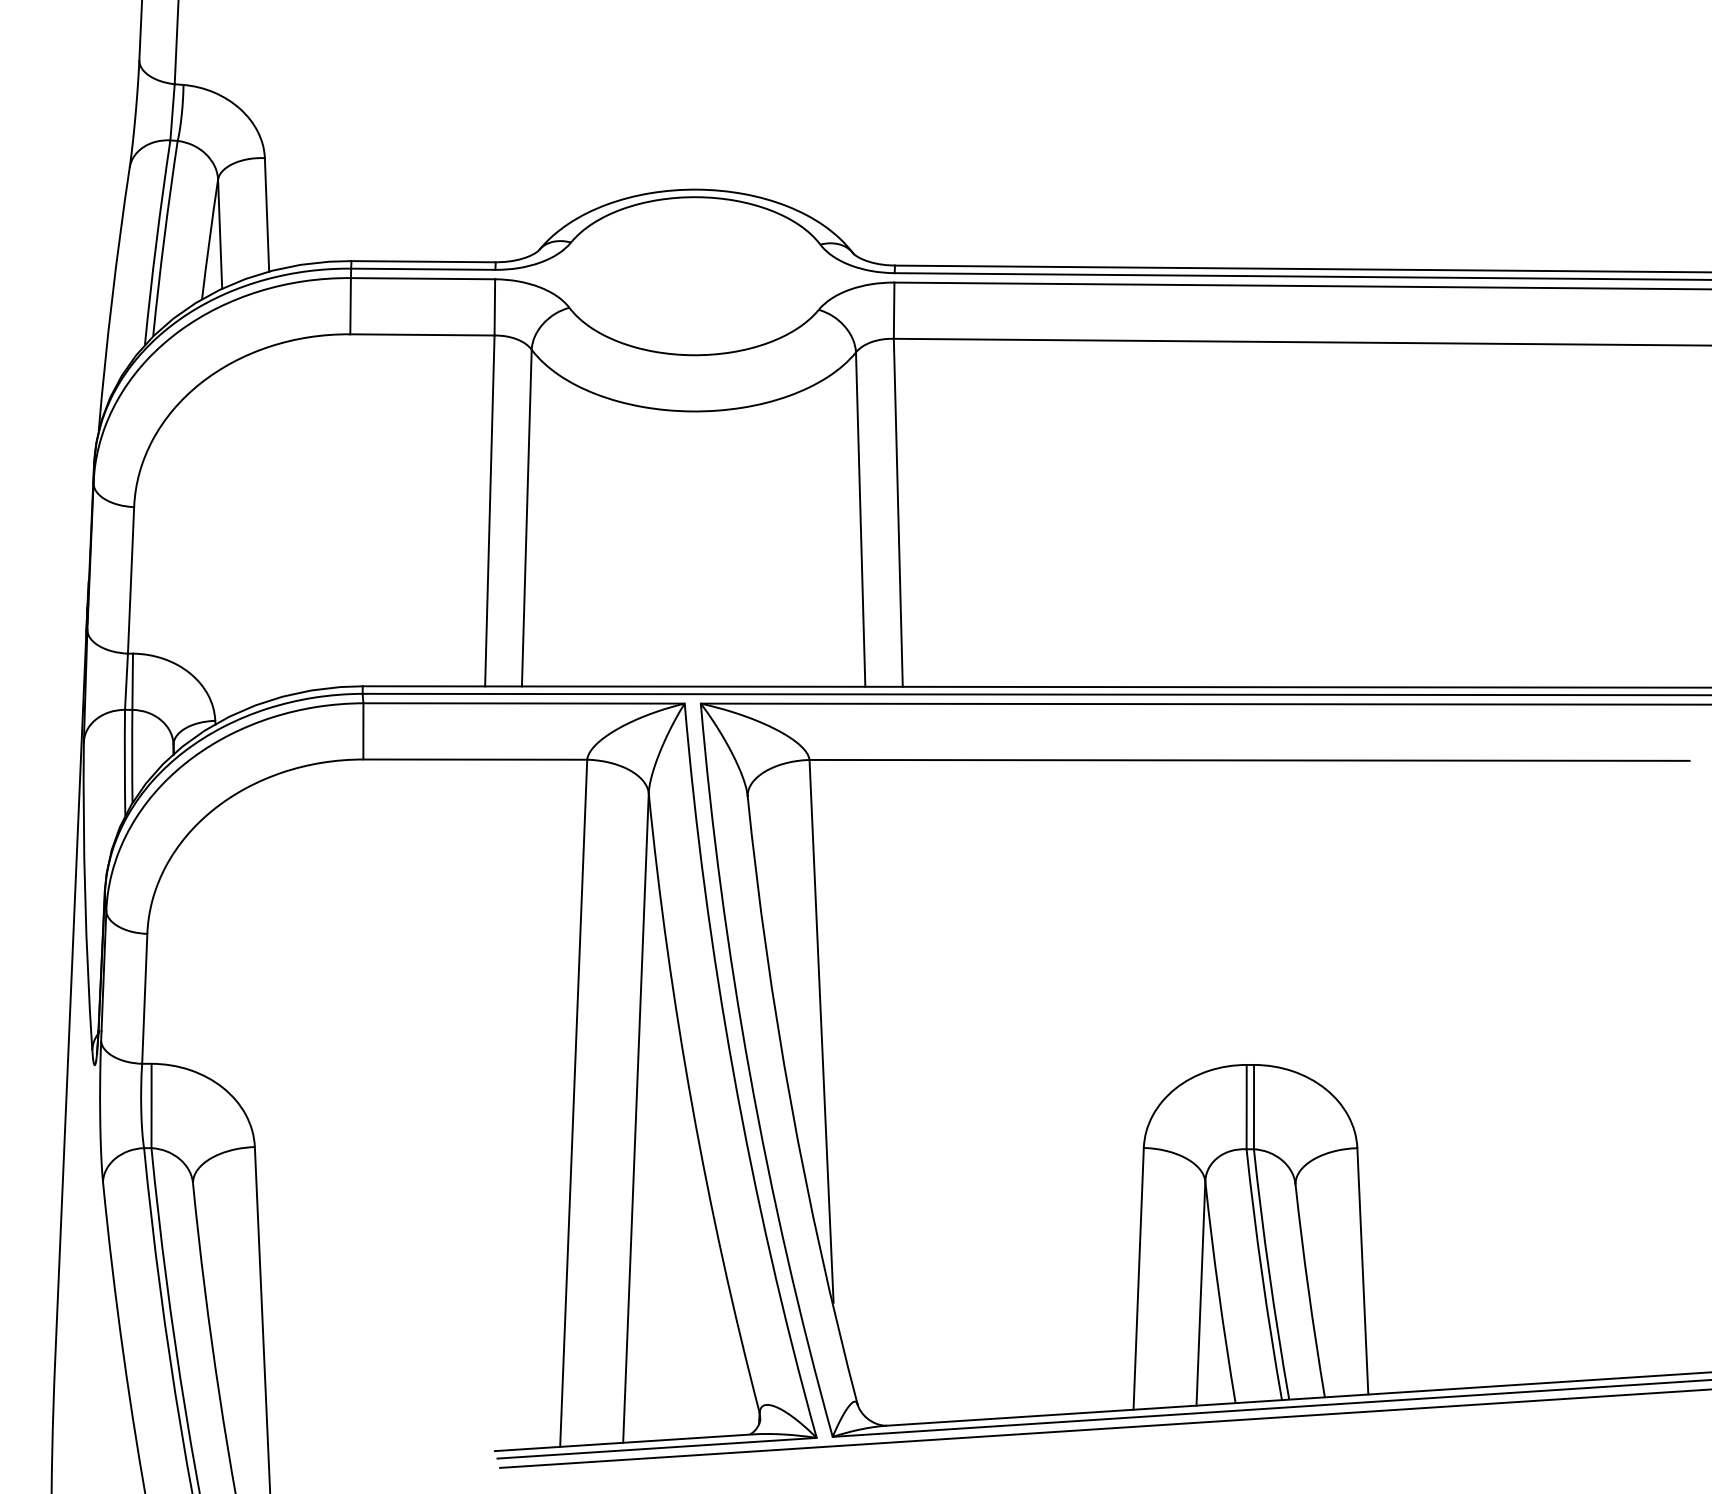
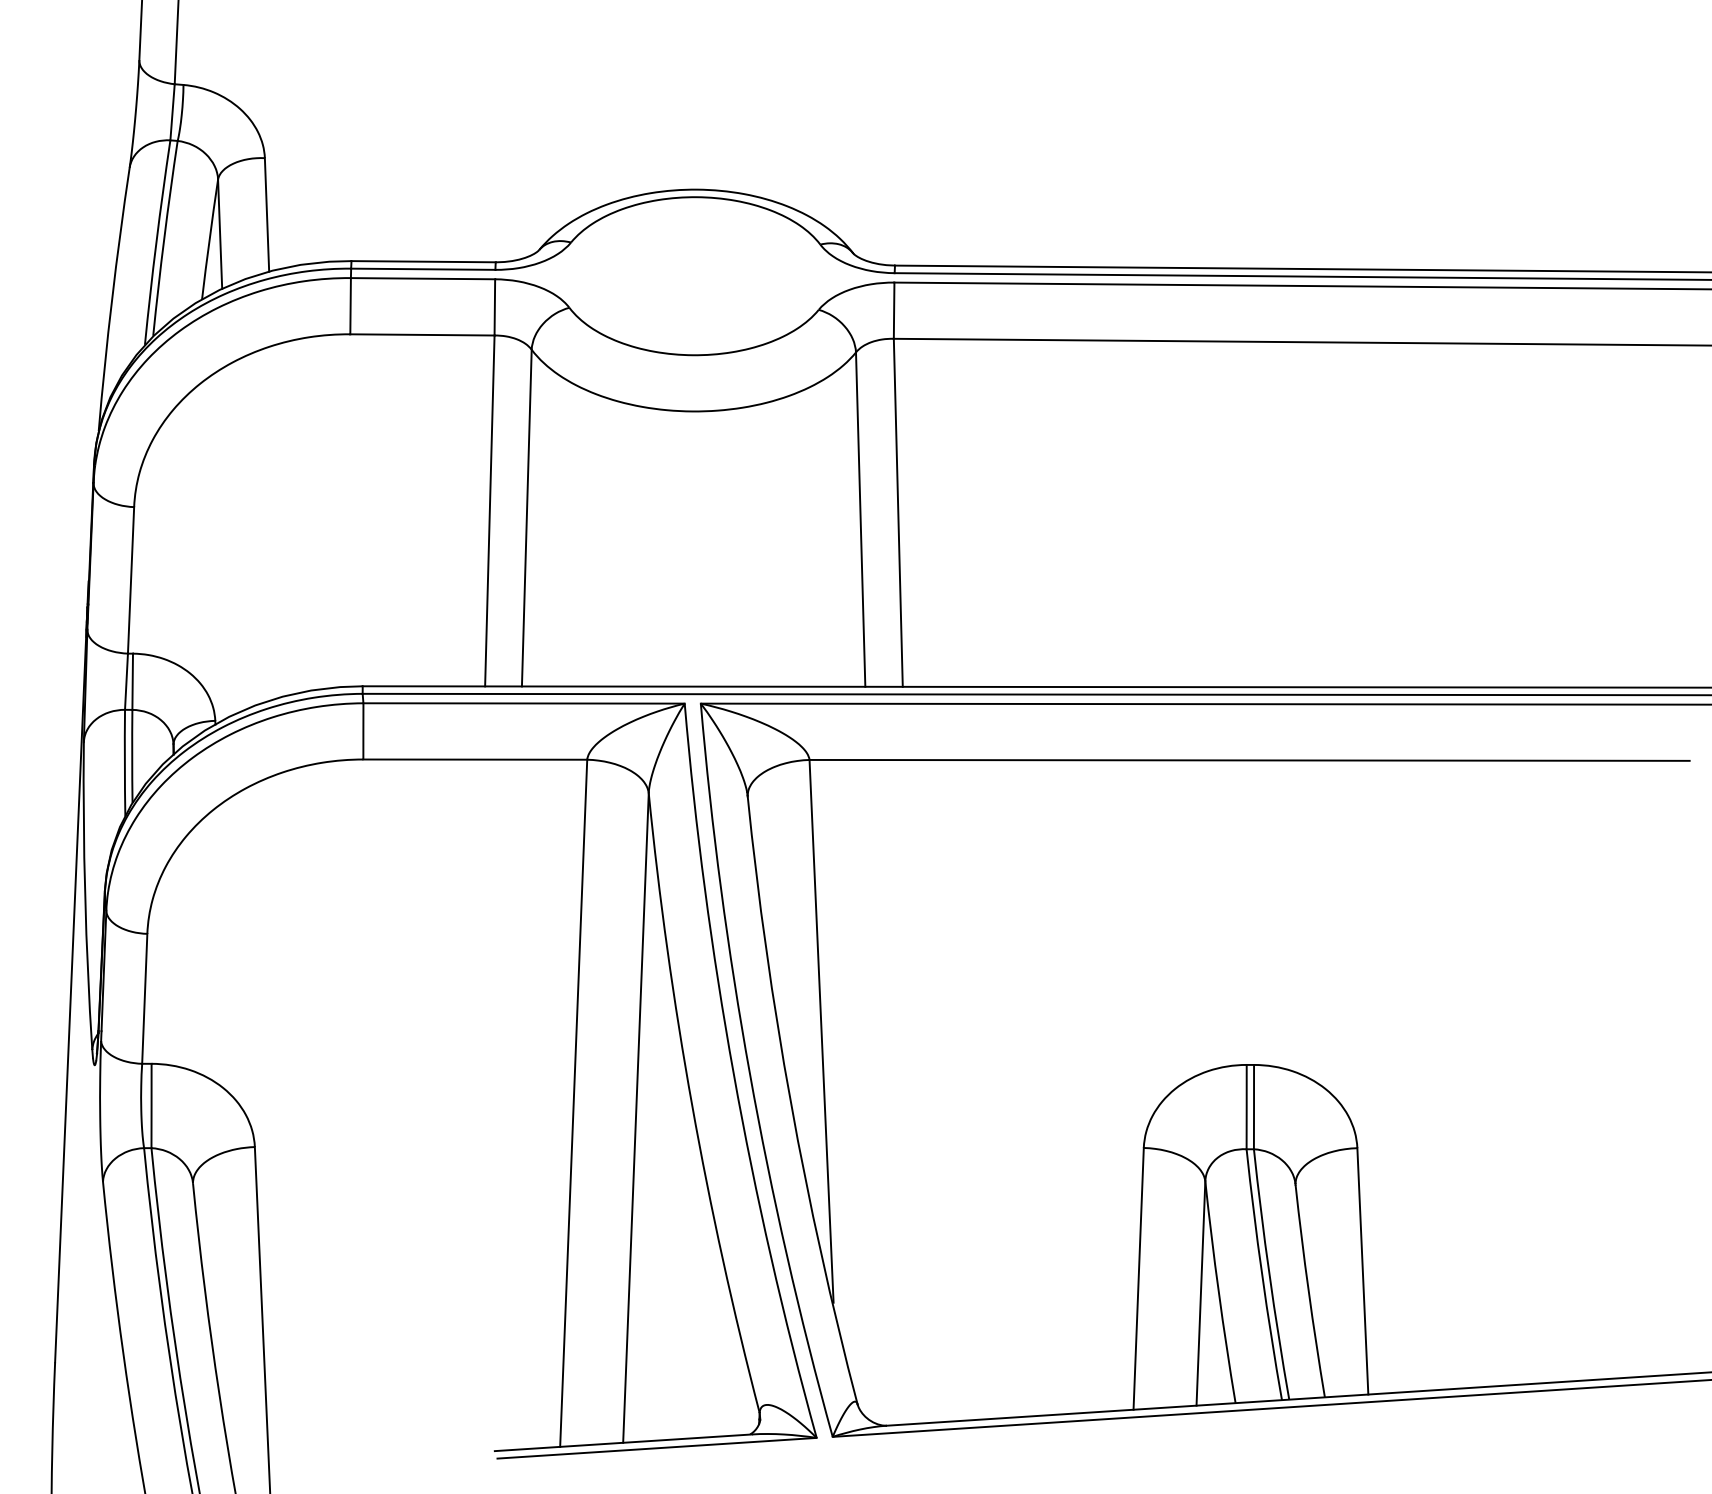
line at (1104, 1428): present -> none
